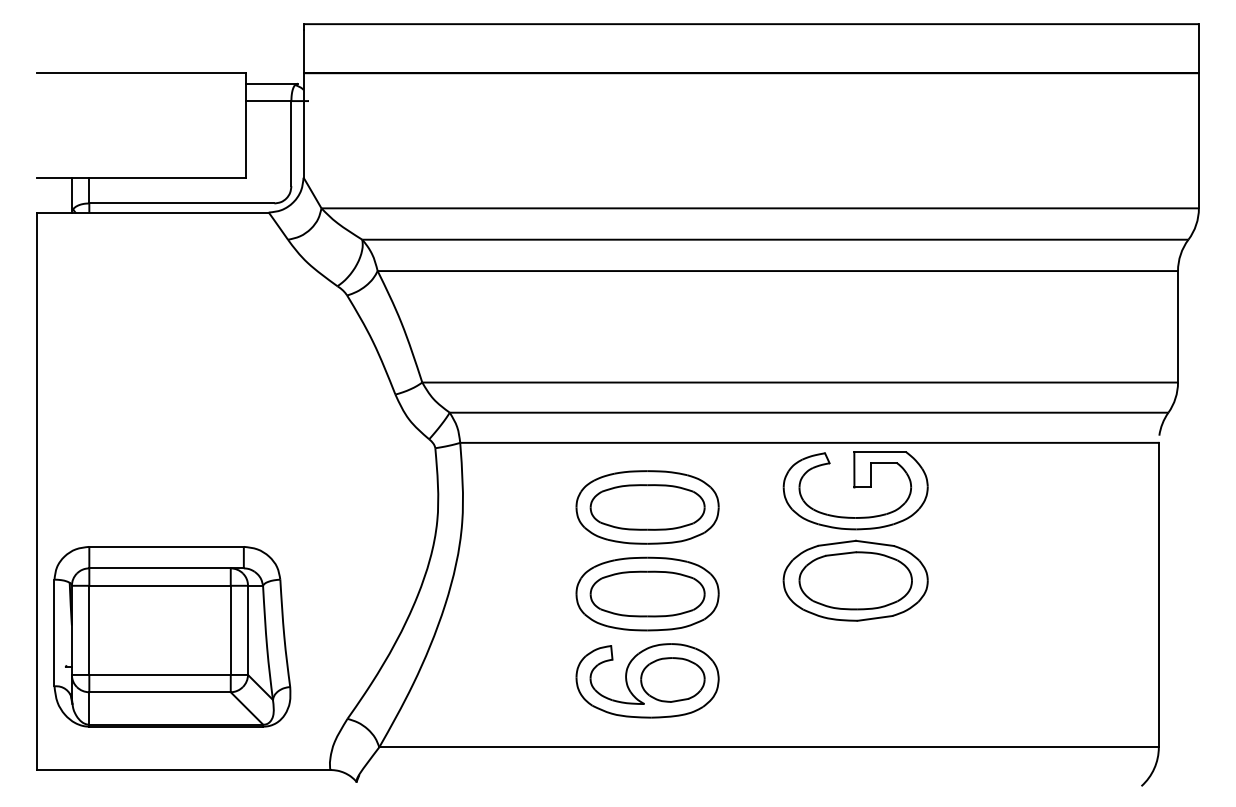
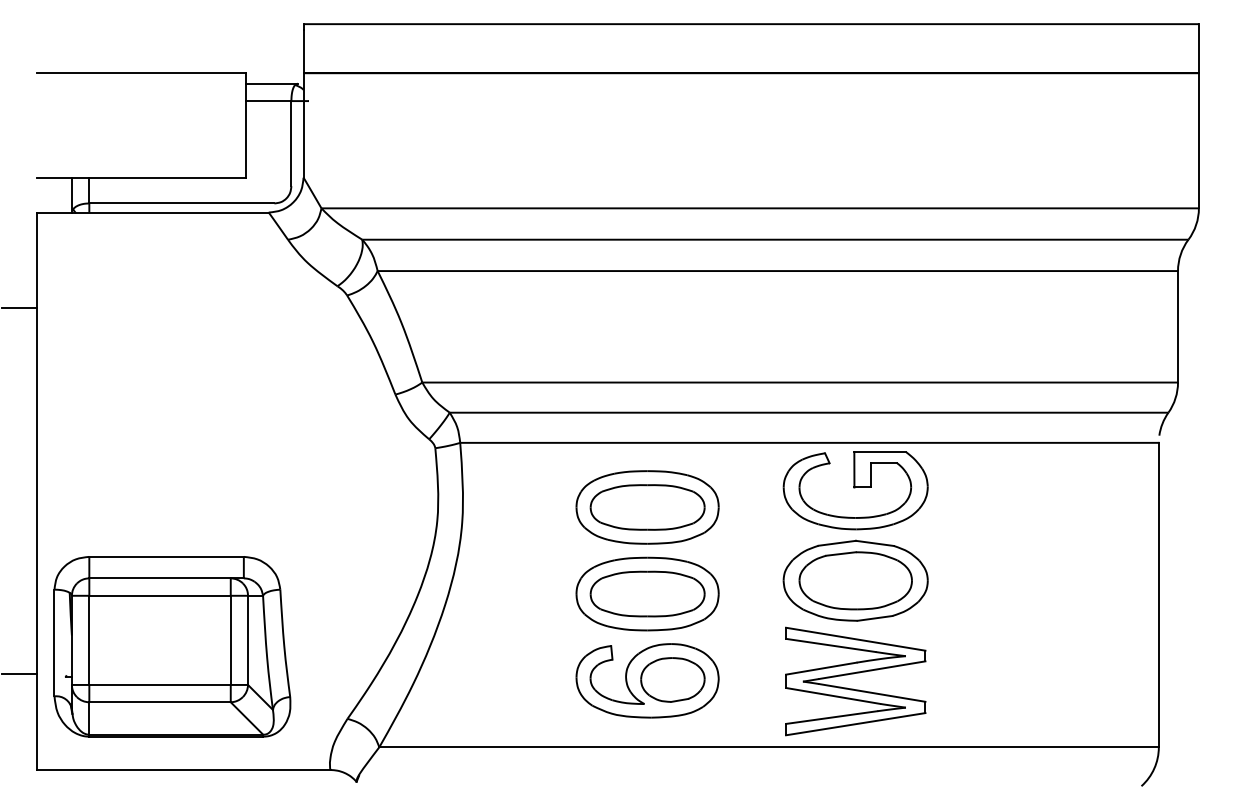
line at (19, 308): none -> present
part at (172, 636) position: (172, 636) -> (172, 646)
line at (19, 674): none -> present
part at (853, 674): none -> present
